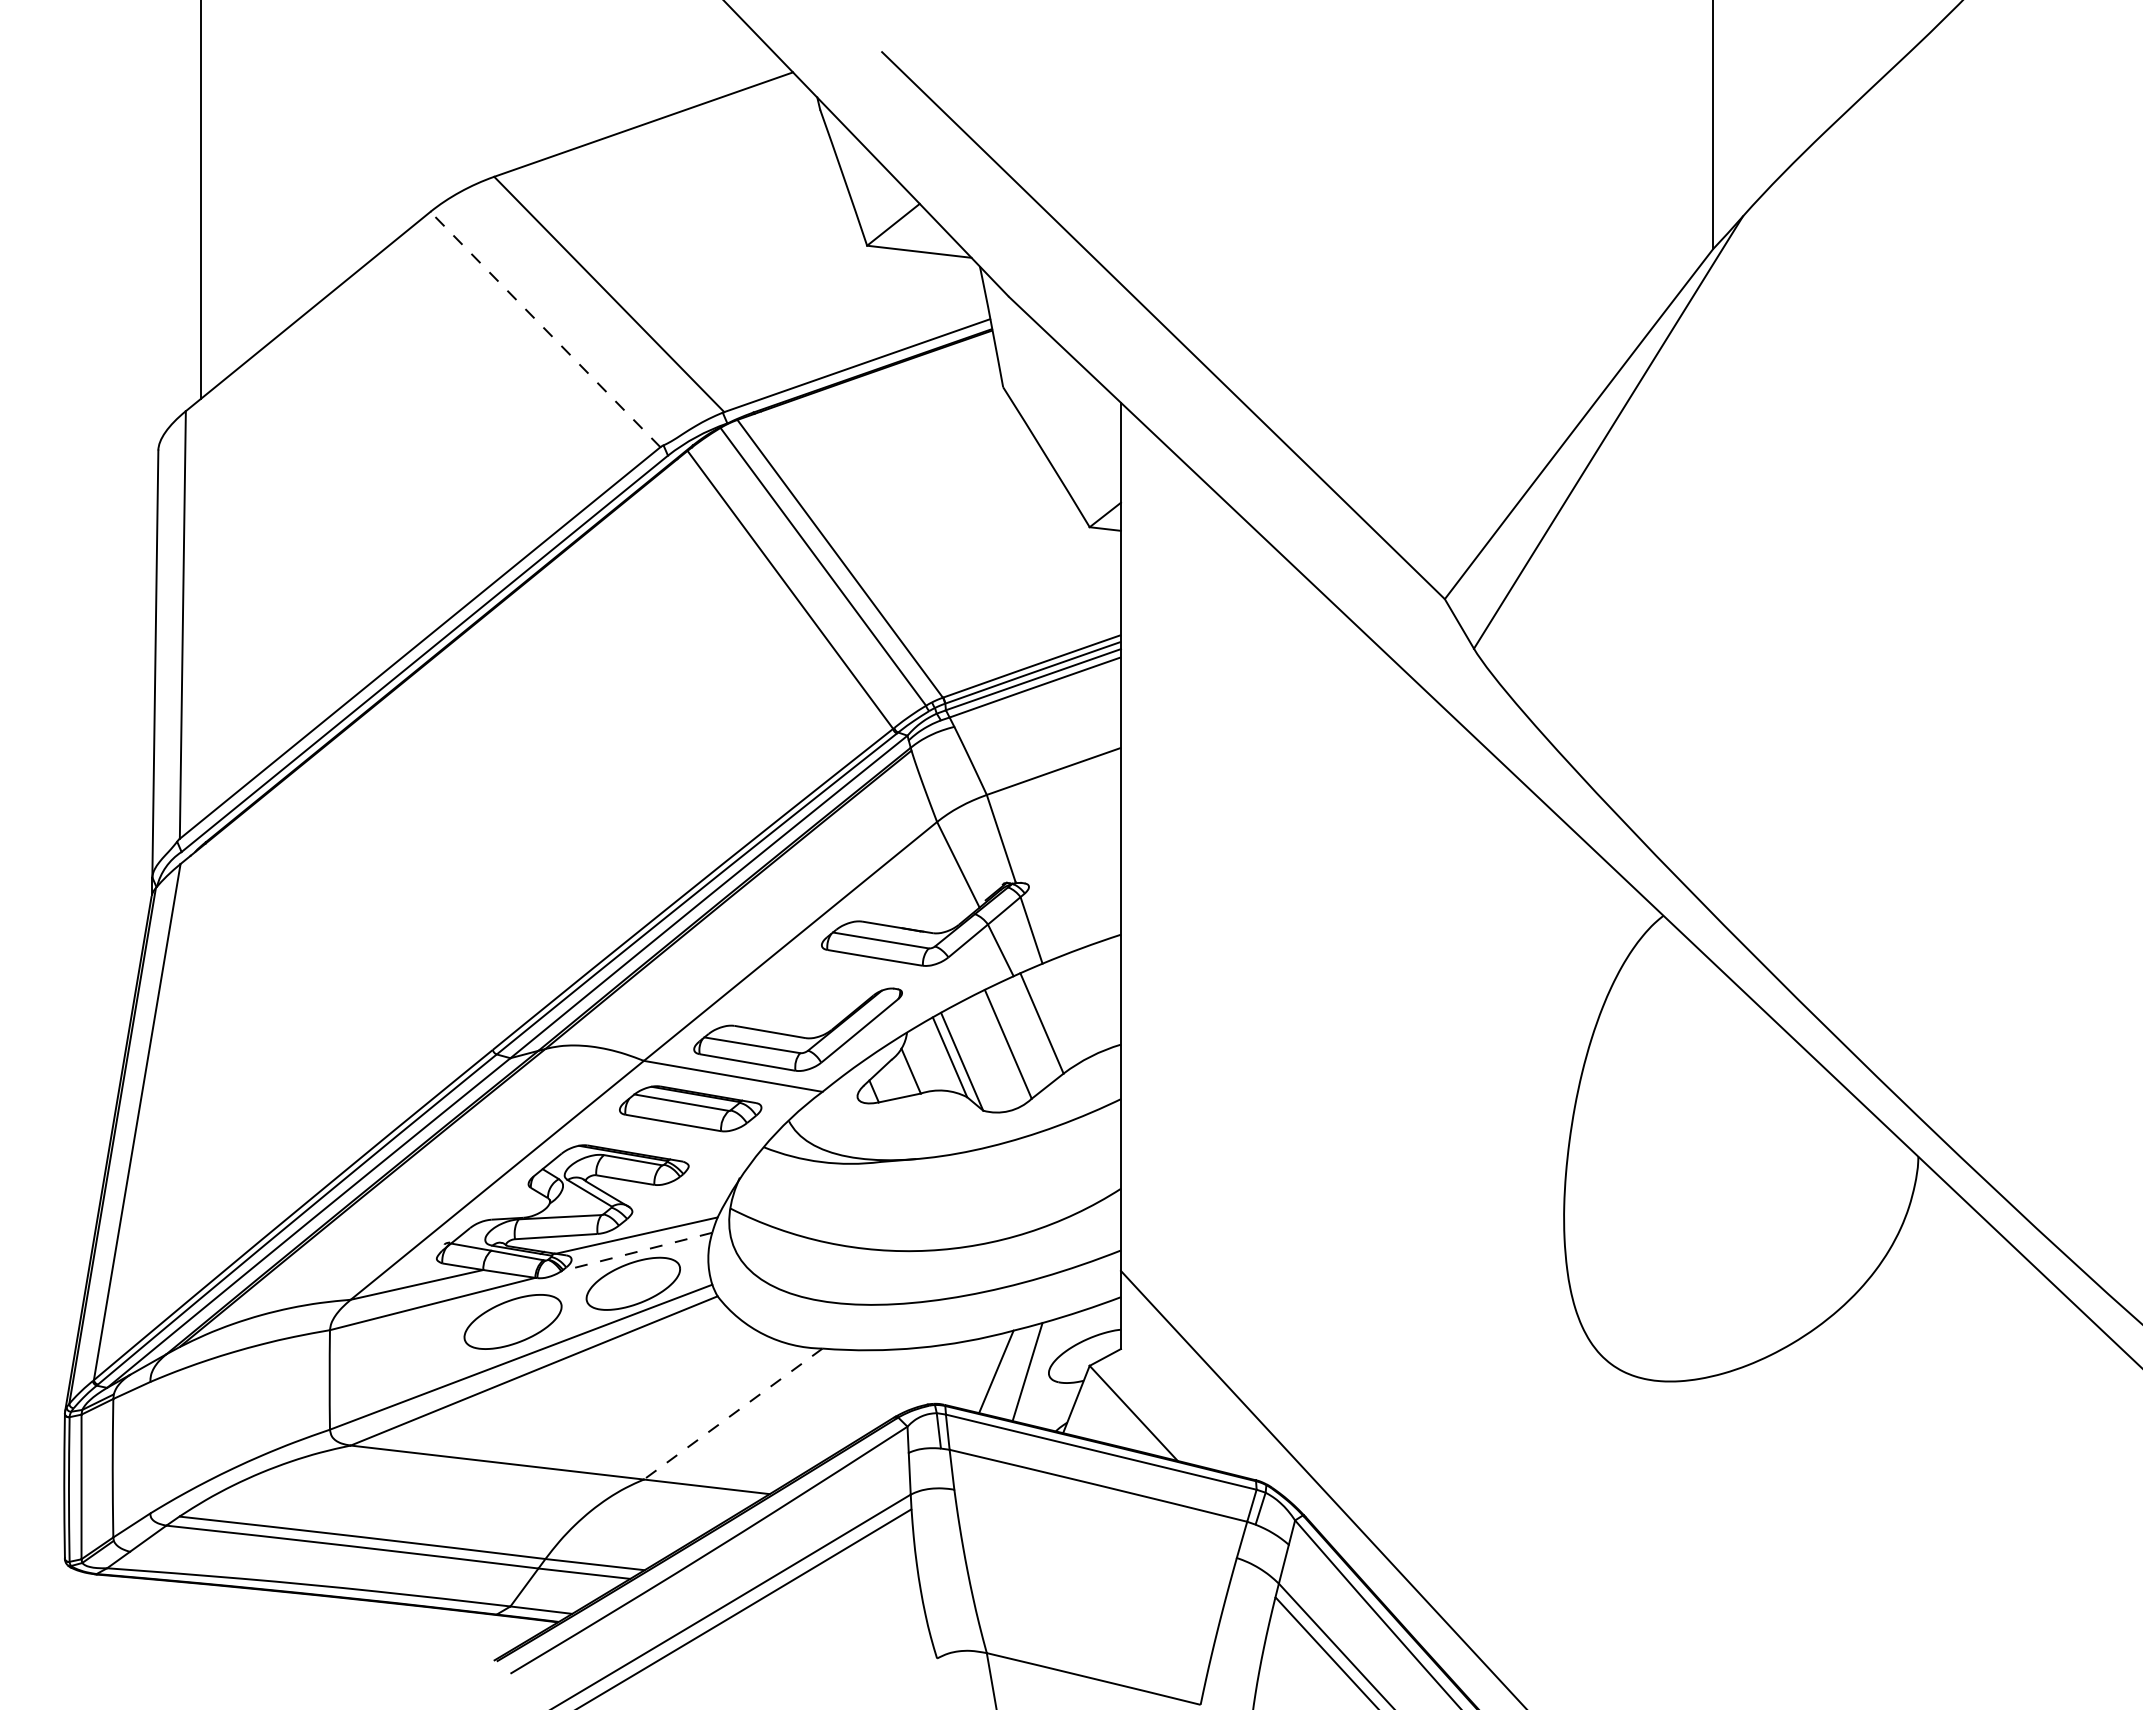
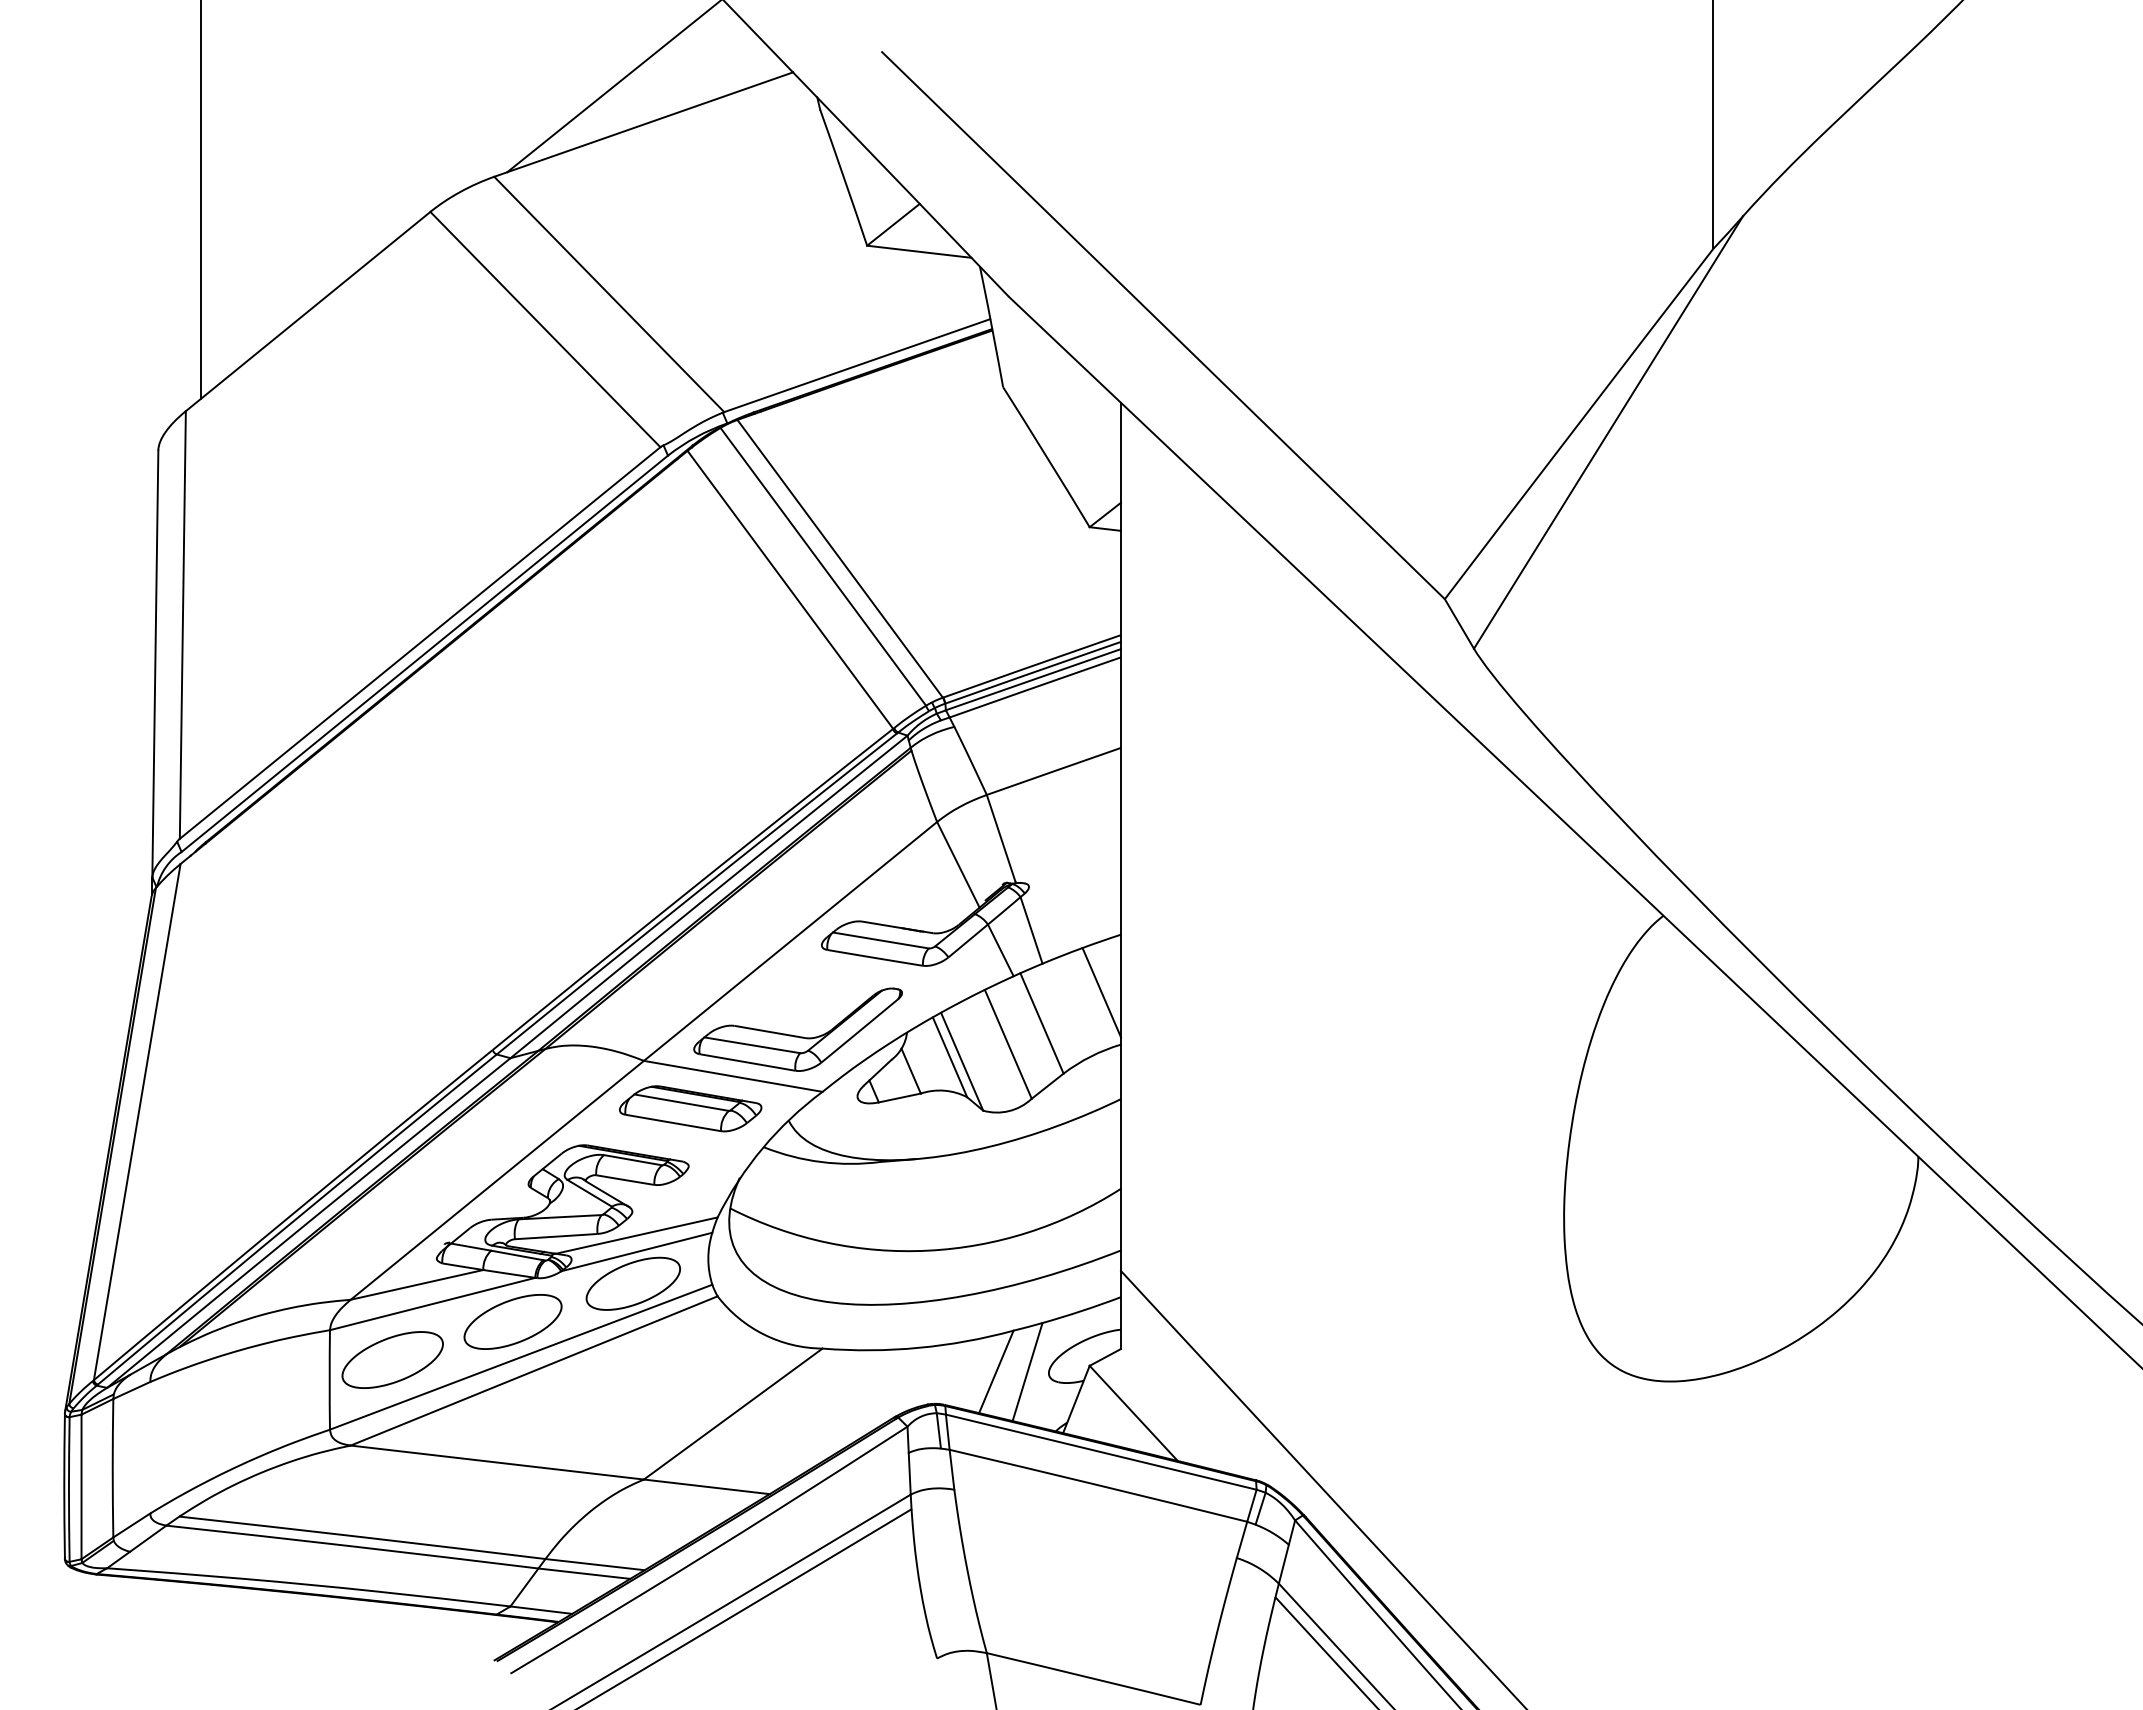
line at (612, 87): none -> present
line at (545, 329): dashed -> solid
line at (1101, 992): none -> present
line at (636, 1251): dashed -> solid
part at (392, 1359): none -> present
line at (733, 1414): dashed -> solid
